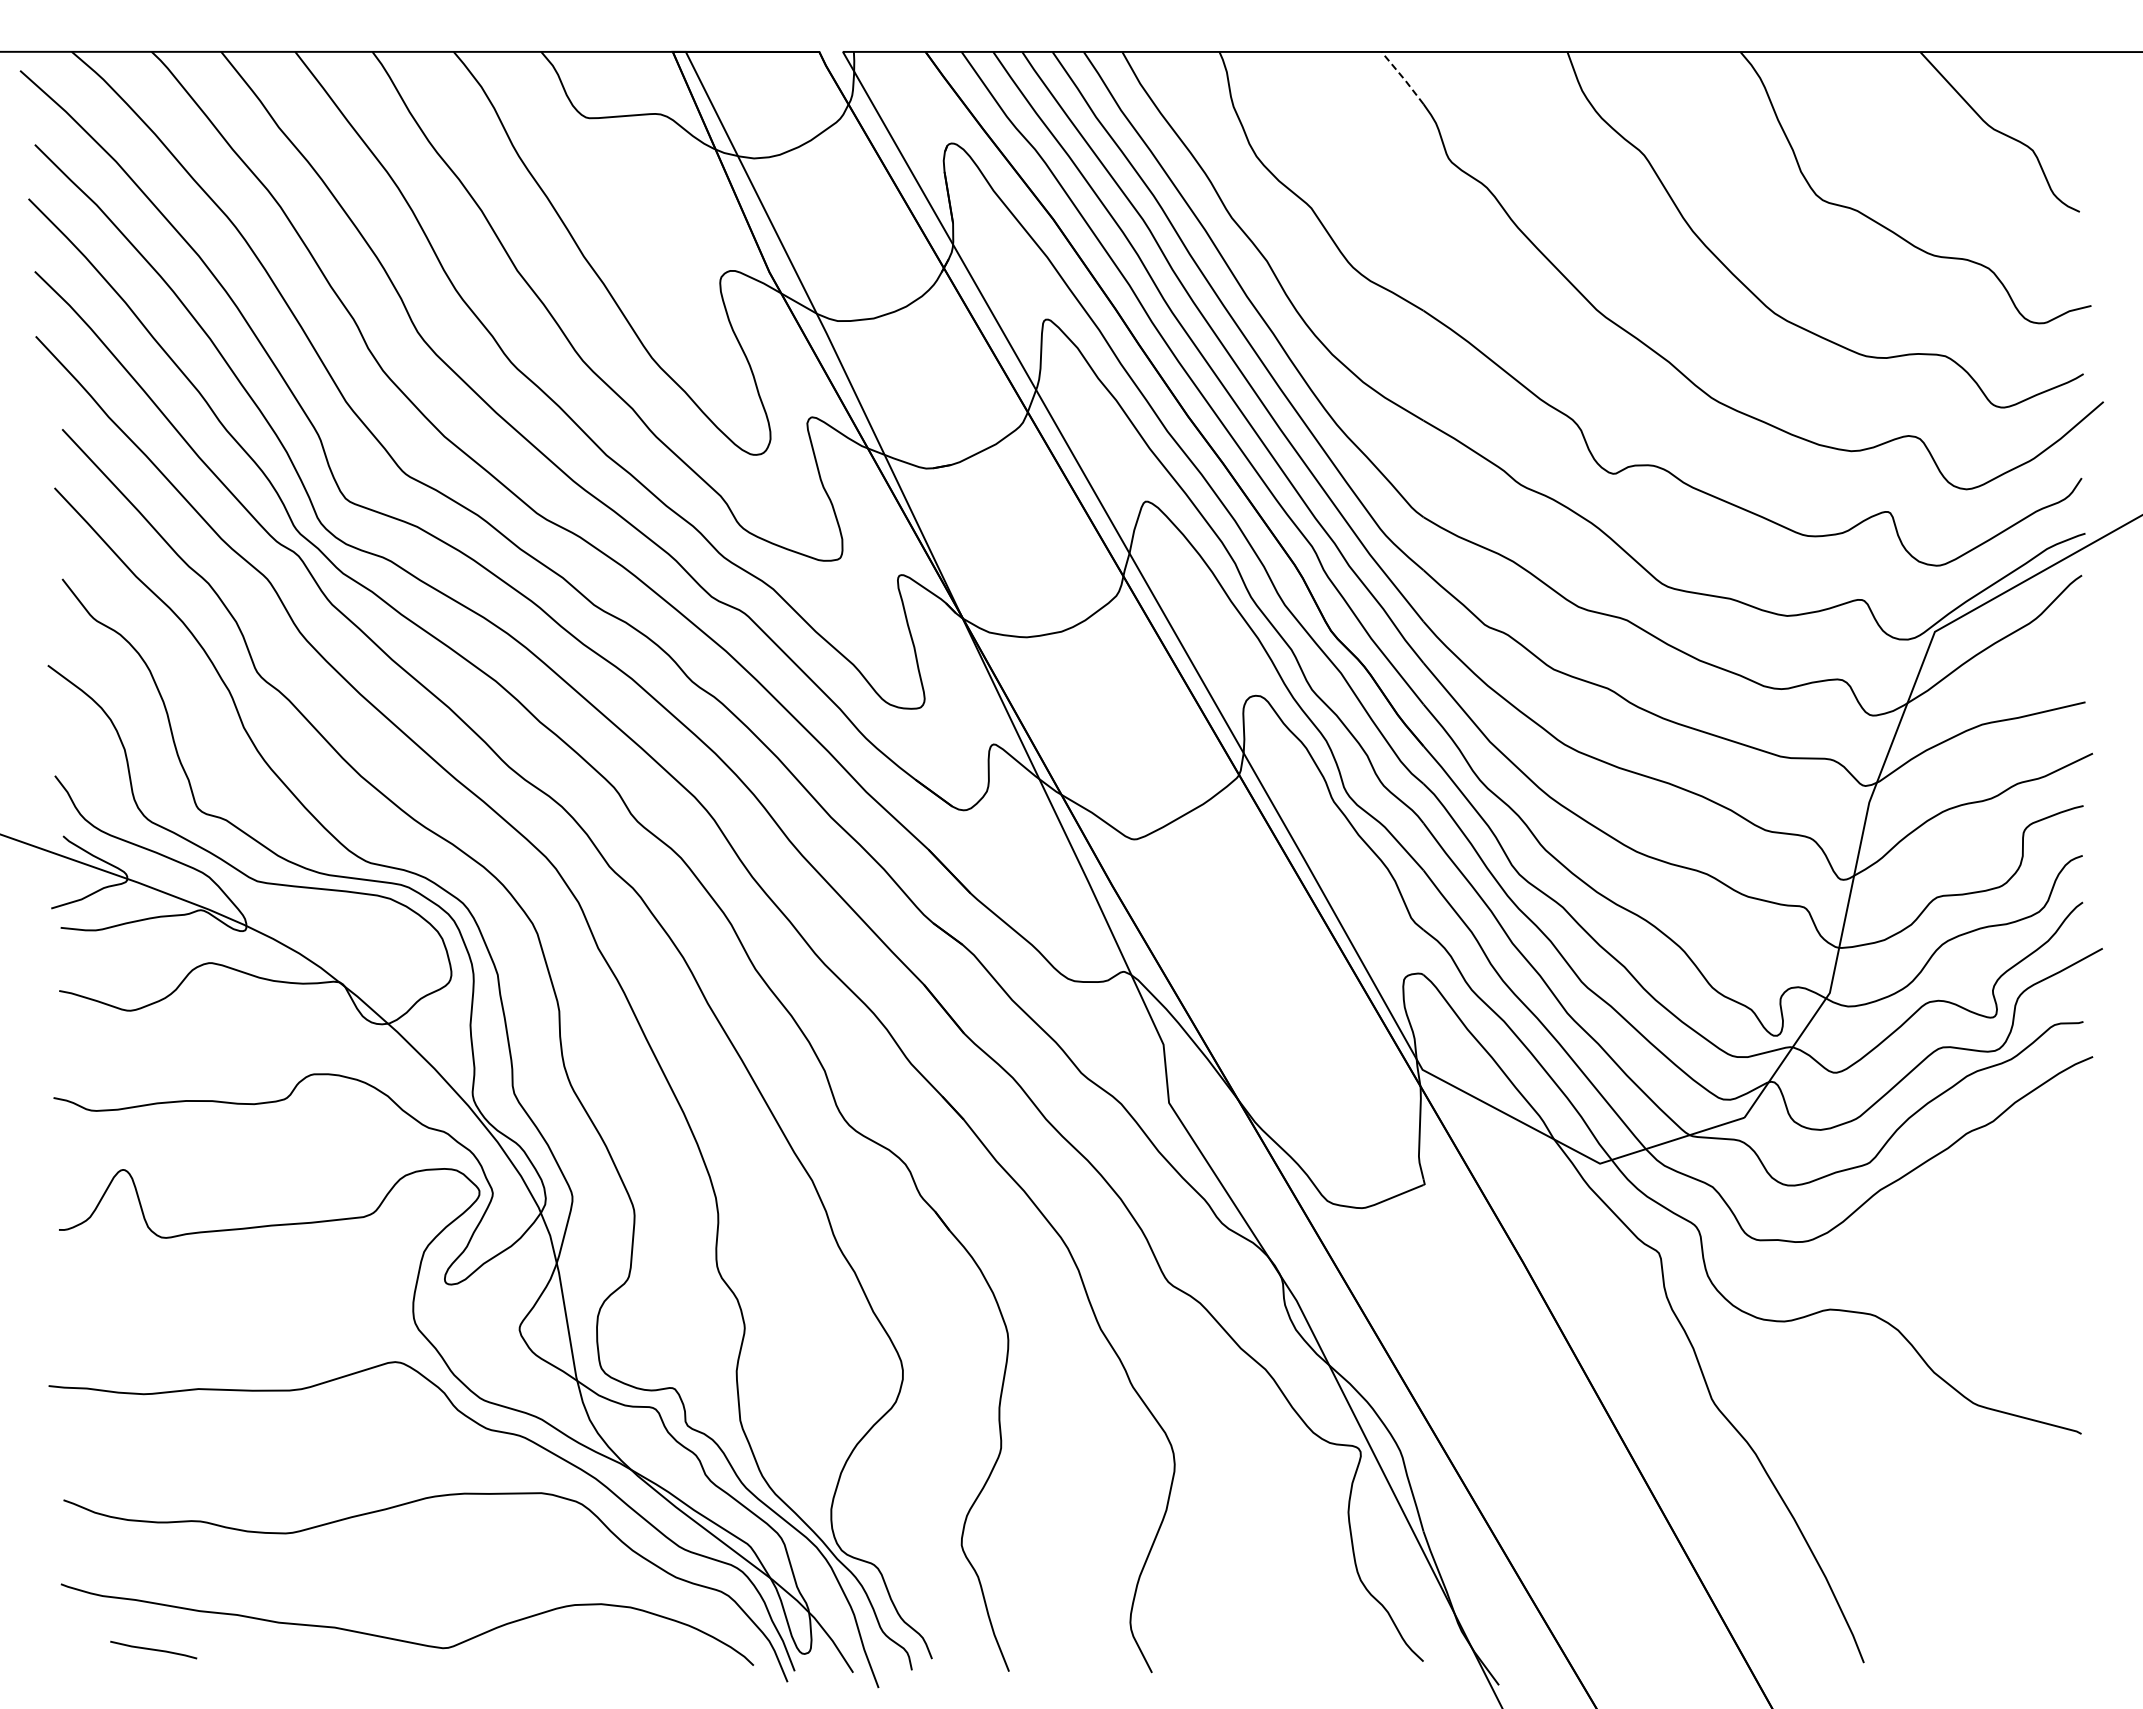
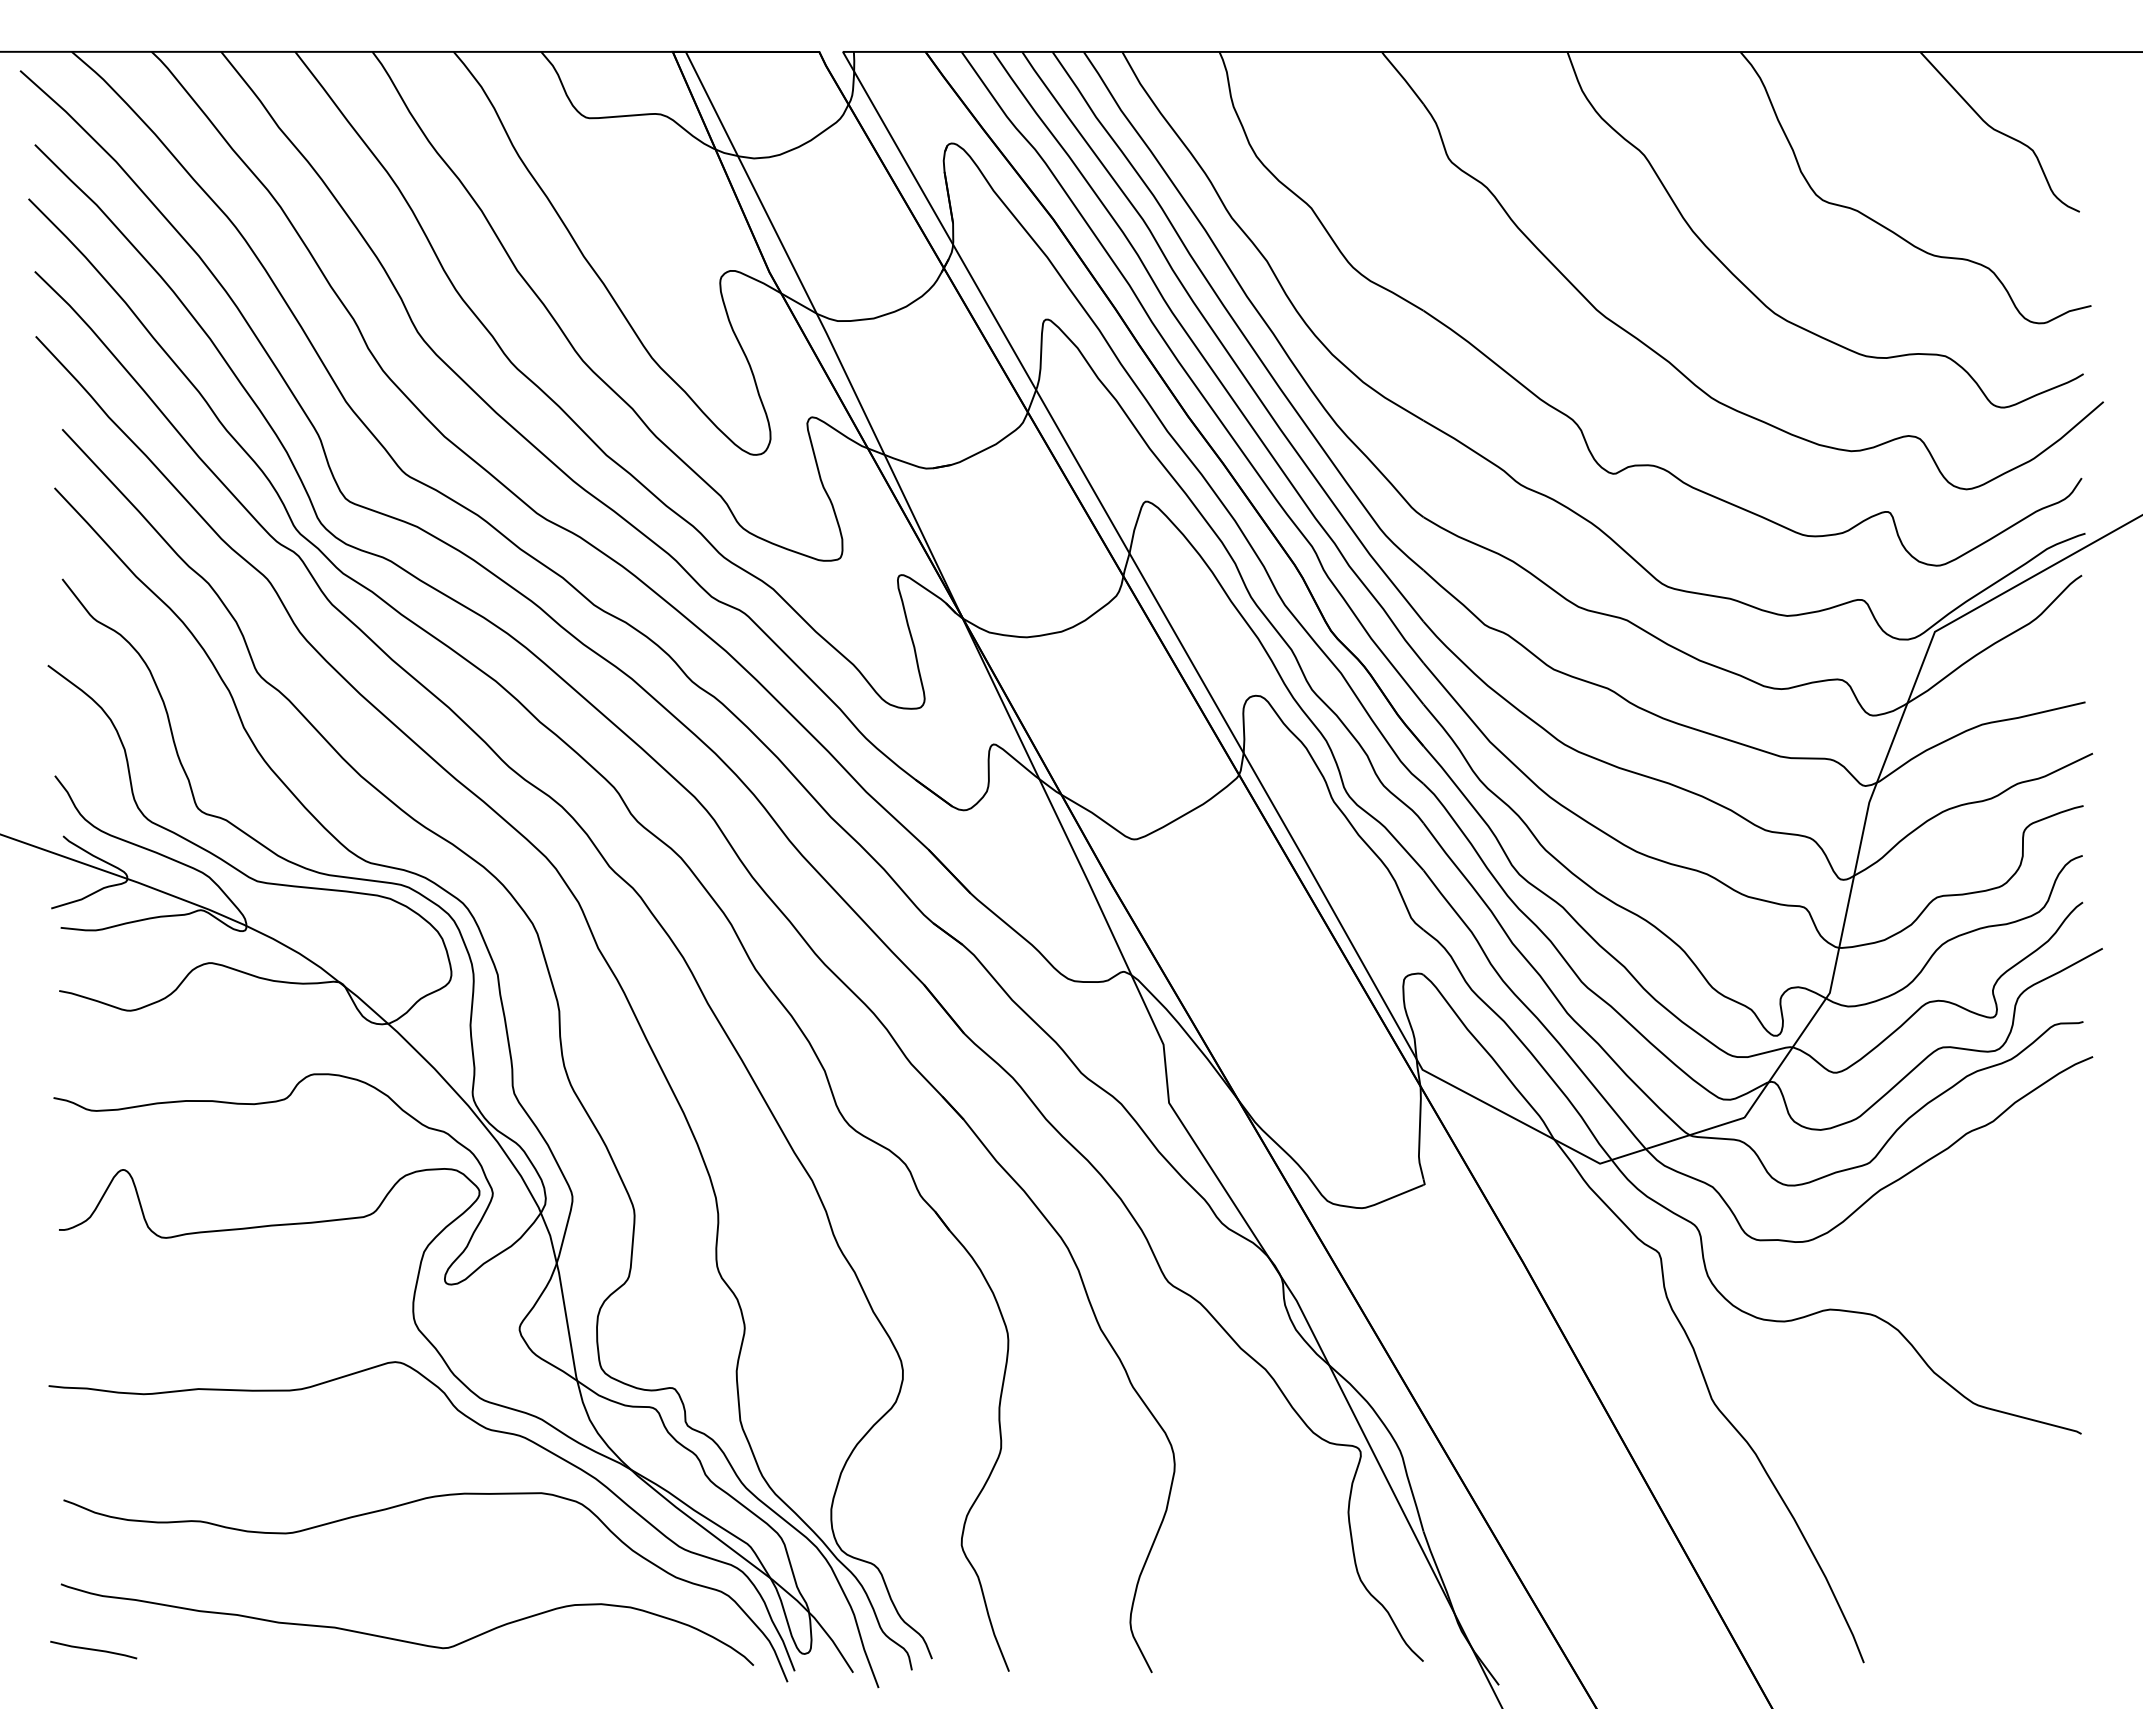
line at (1403, 78): dashed -> solid
line at (153, 1649) position: (153, 1649) -> (93, 1649)
